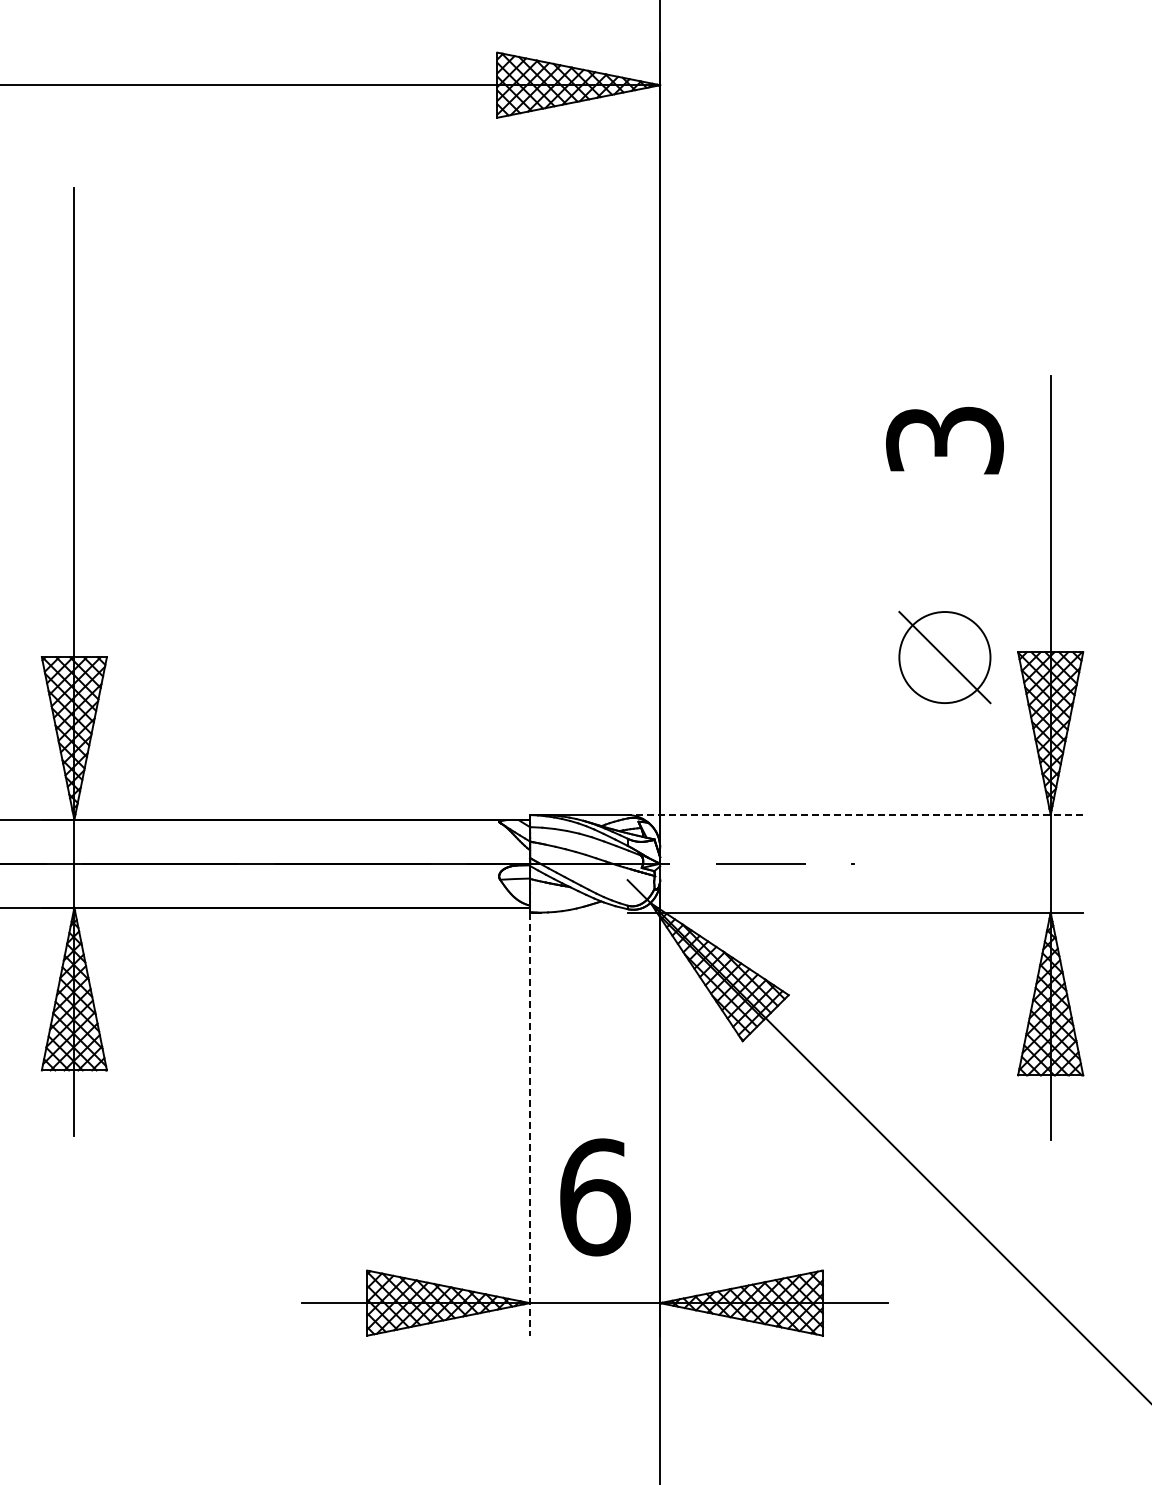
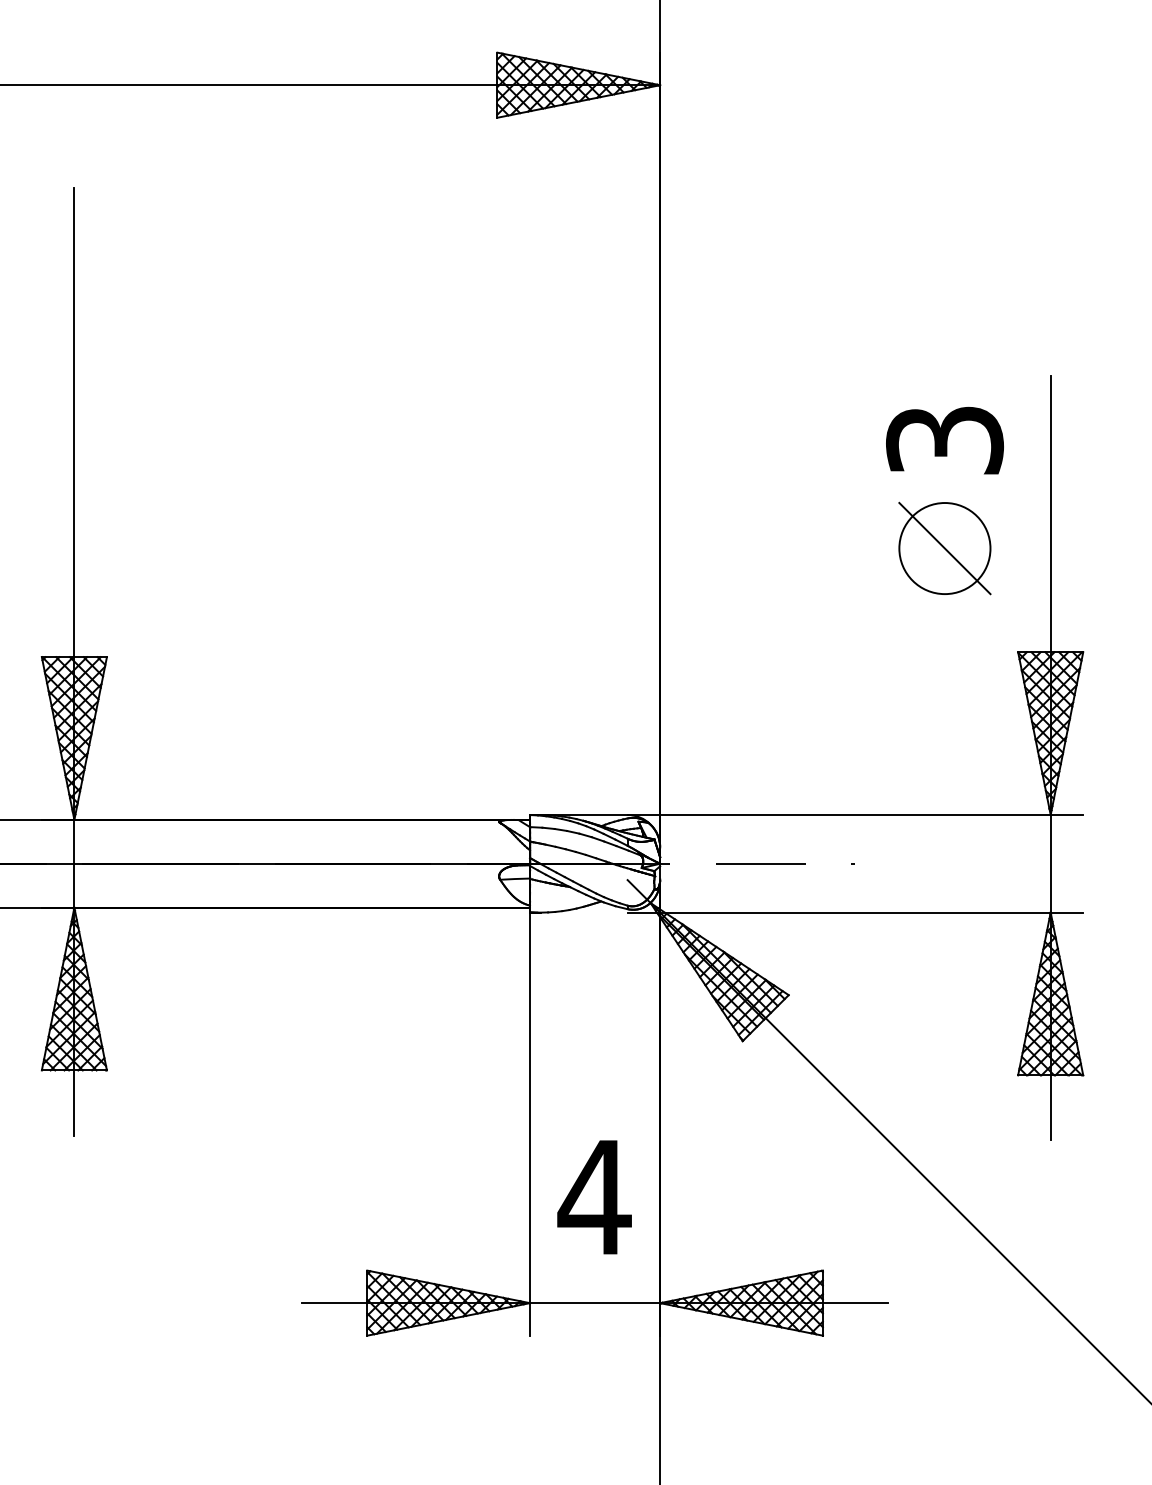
part at (944, 657) position: (944, 657) -> (944, 548)
line at (855, 815): dashed -> solid
line at (530, 1124): dashed -> solid
text at (594, 1197): 6 -> 4
